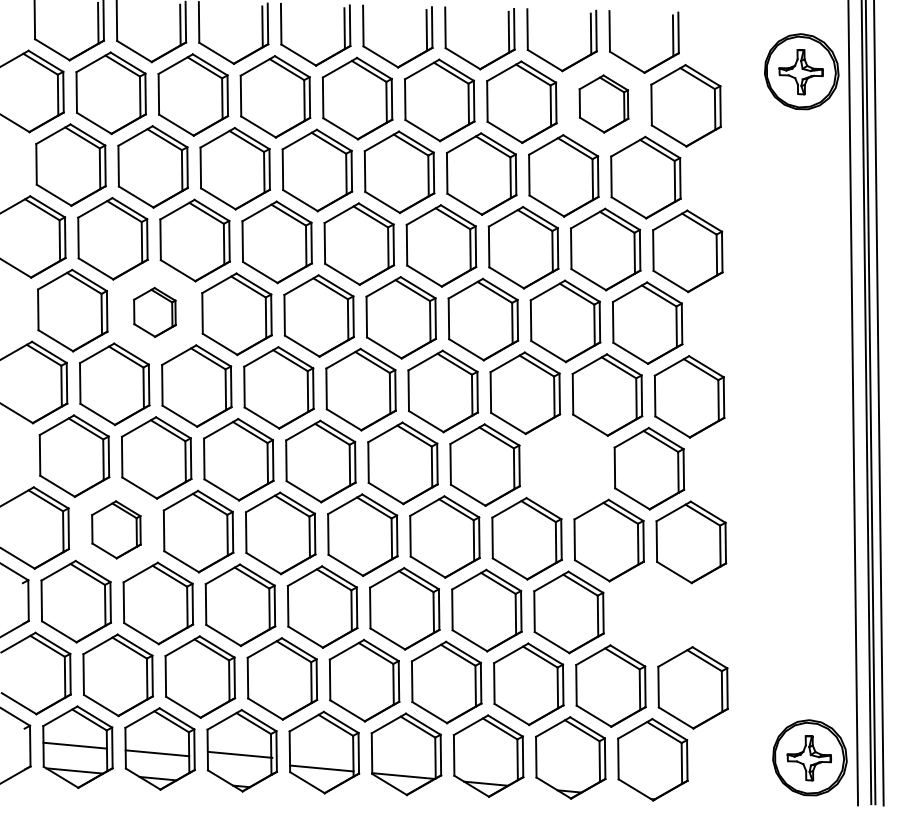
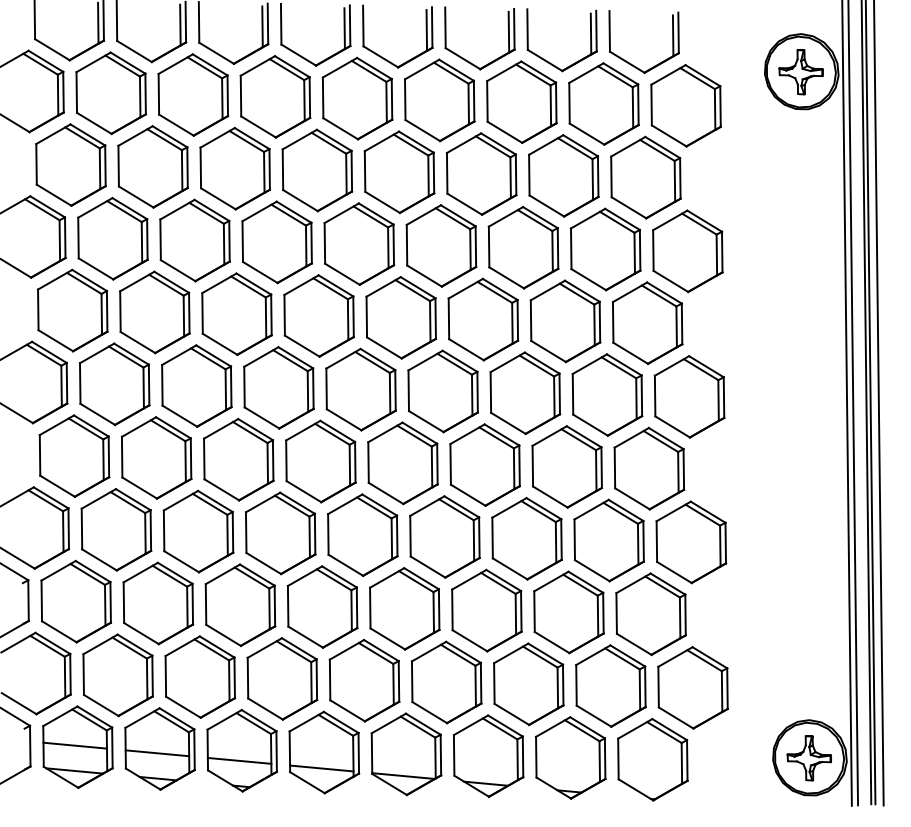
part at (603, 103) size: 52x60 px -> 72x84 px
part at (154, 311) size: 44x52 px -> 72x85 px
line at (846, 403): none -> present
part at (567, 466): none -> present
part at (116, 529) size: 51x60 px -> 73x84 px
part at (650, 614): none -> present
line at (240, 754) position: (240, 754) -> (239, 760)
